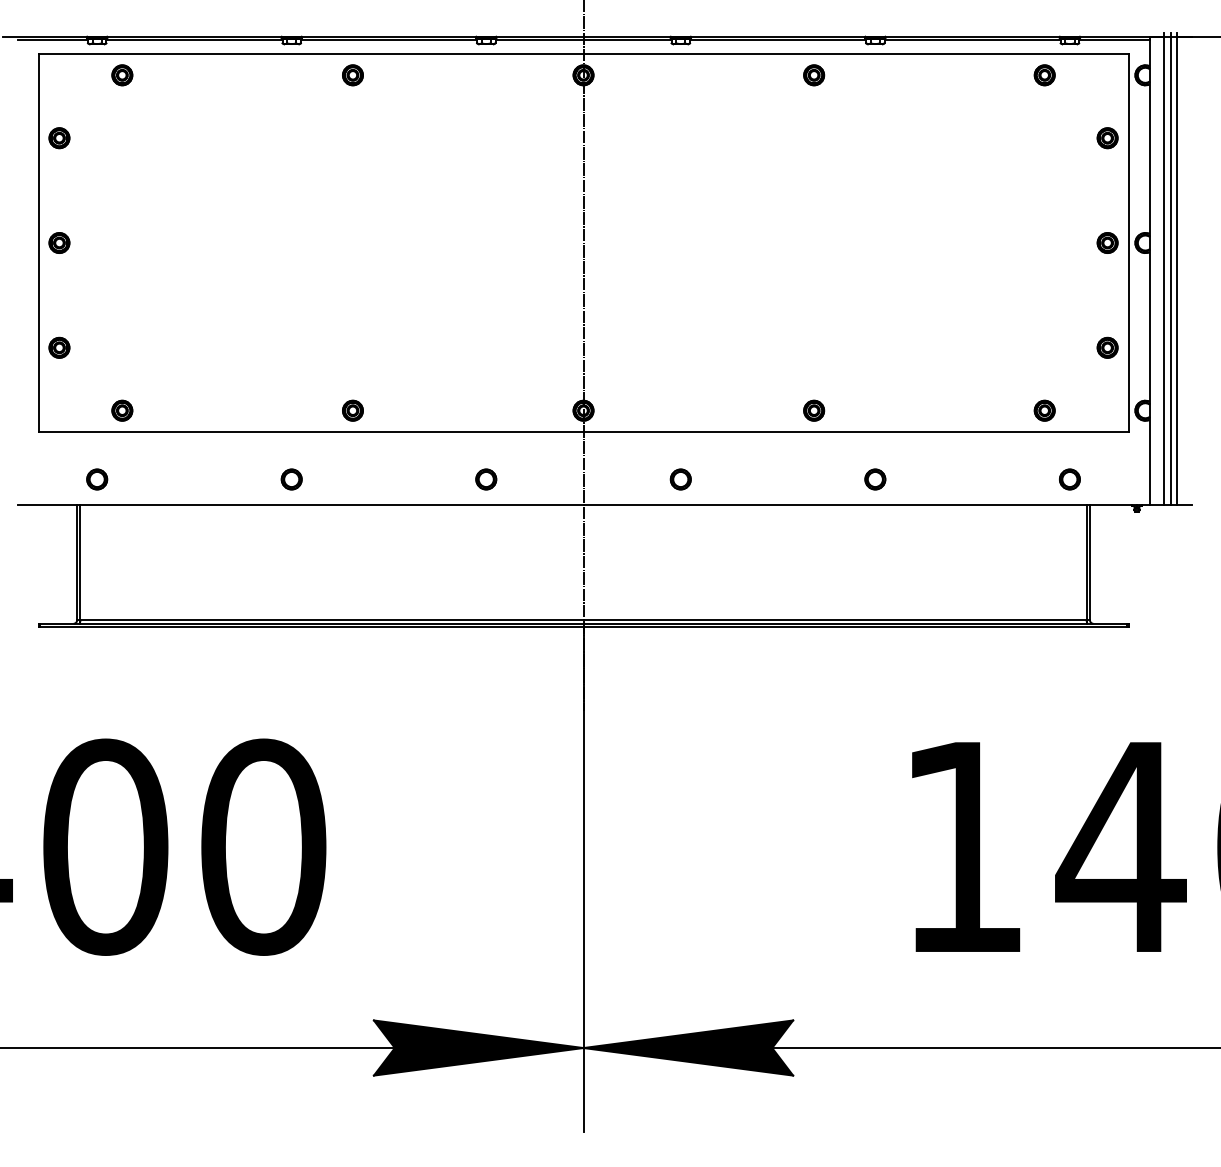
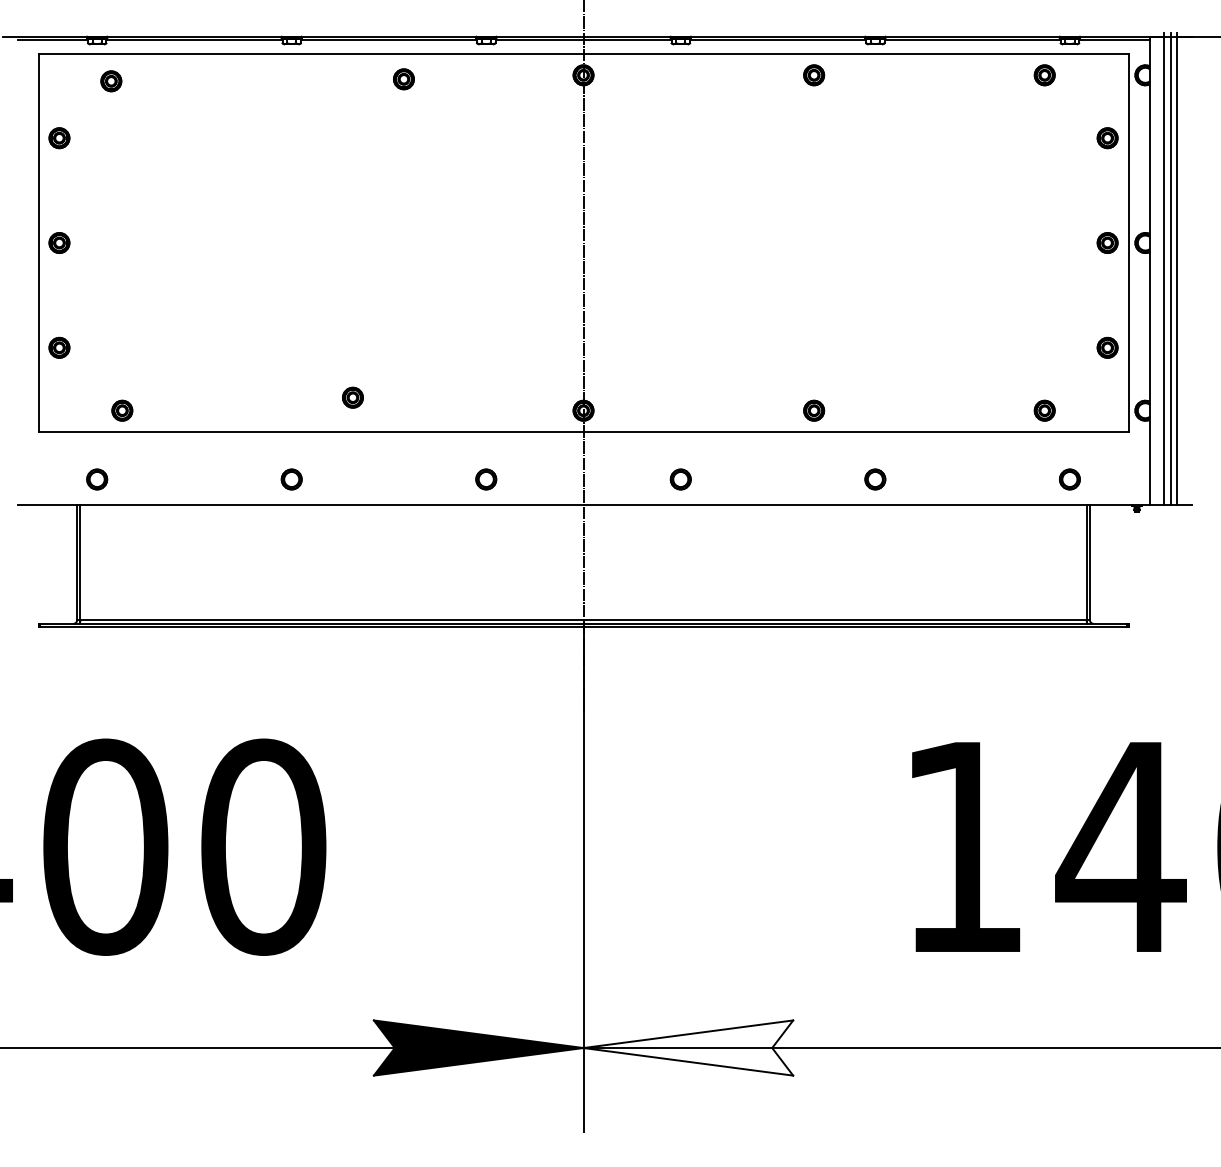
part at (122, 75) position: (122, 75) -> (111, 81)
part at (352, 75) position: (352, 75) -> (403, 79)
part at (352, 410) position: (352, 410) -> (352, 397)
fill at (688, 1047): present -> none
